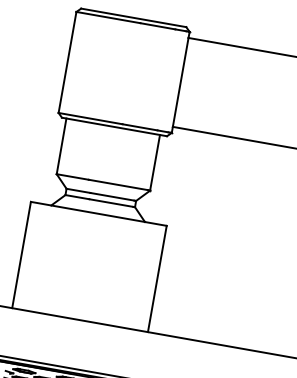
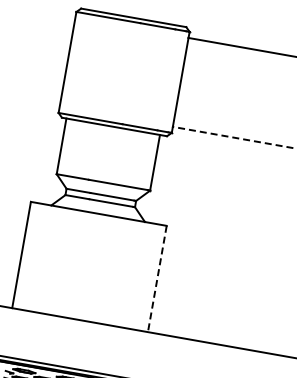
line at (234, 137): solid -> dashed
line at (157, 278): solid -> dashed
